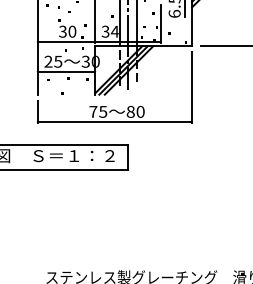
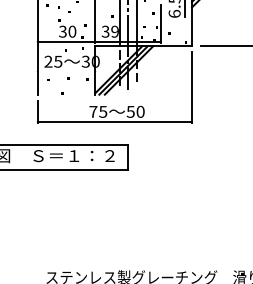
text at (114, 31): 34 -> 39
line at (66, 71): present -> none
text at (130, 111): 80 -> 50
